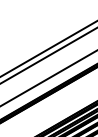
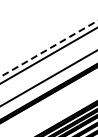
line at (48, 49): solid -> dashed
